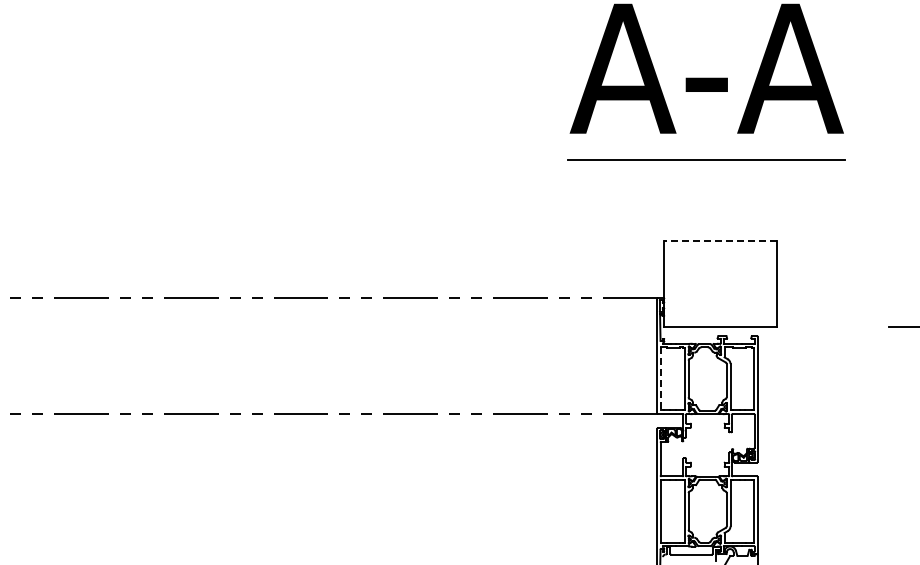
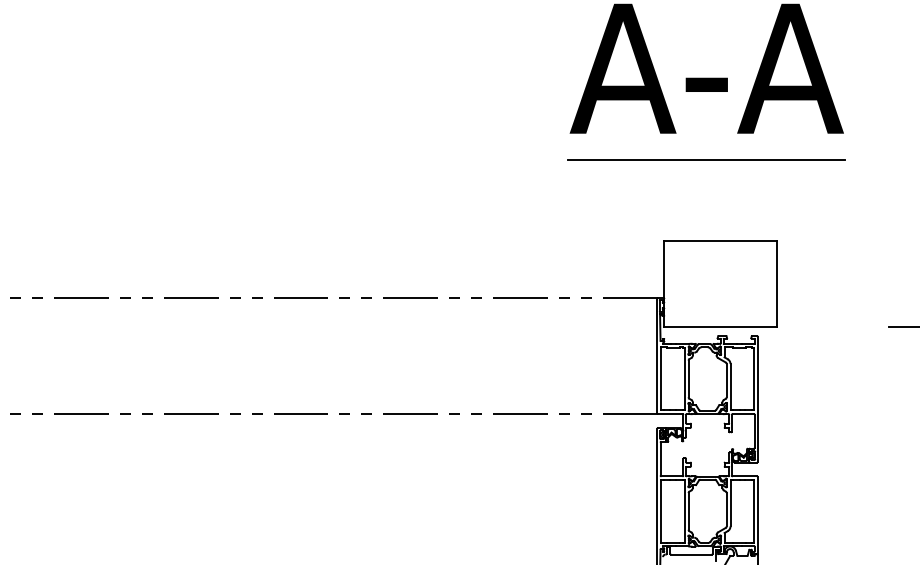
line at (720, 240): dashed -> solid
line at (661, 379): dashed -> solid
